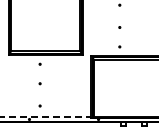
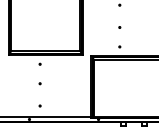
line at (46, 117): dashed -> solid
